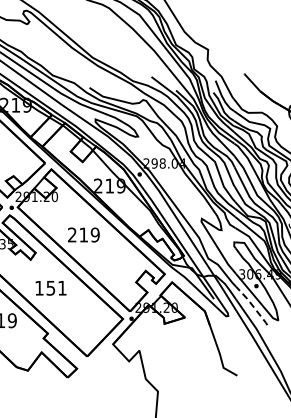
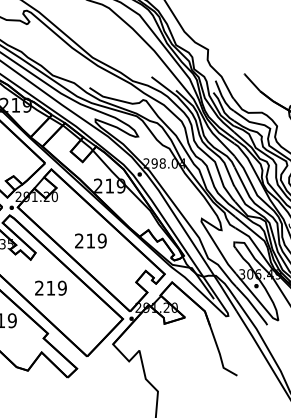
text at (83, 234) position: (83, 234) -> (90, 240)
text at (50, 287): 151 -> 219
line at (252, 305): dashed -> solid
